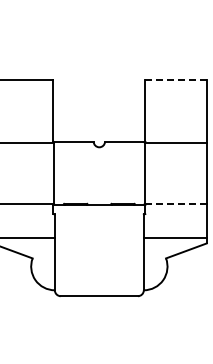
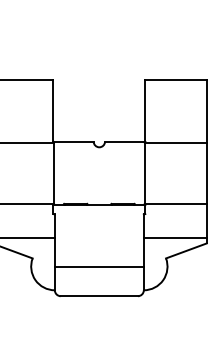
line at (176, 79): dashed -> solid
line at (176, 204): dashed -> solid
line at (98, 266): none -> present
